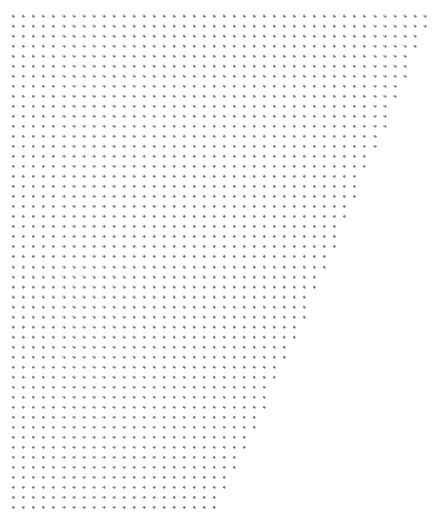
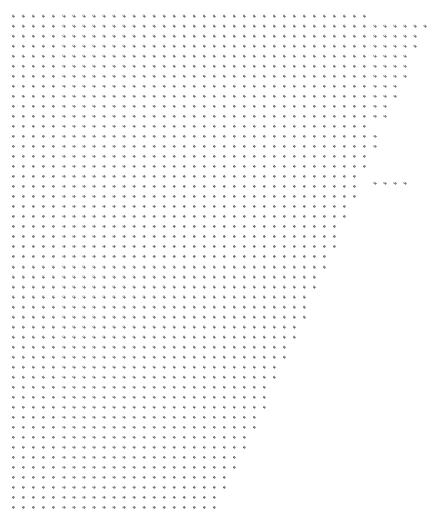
part at (399, 16): present -> none
part at (379, 126): present -> none
part at (389, 183): none -> present
